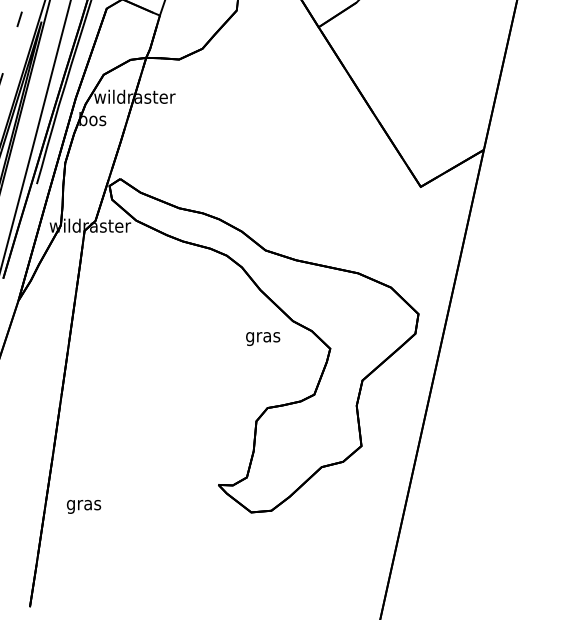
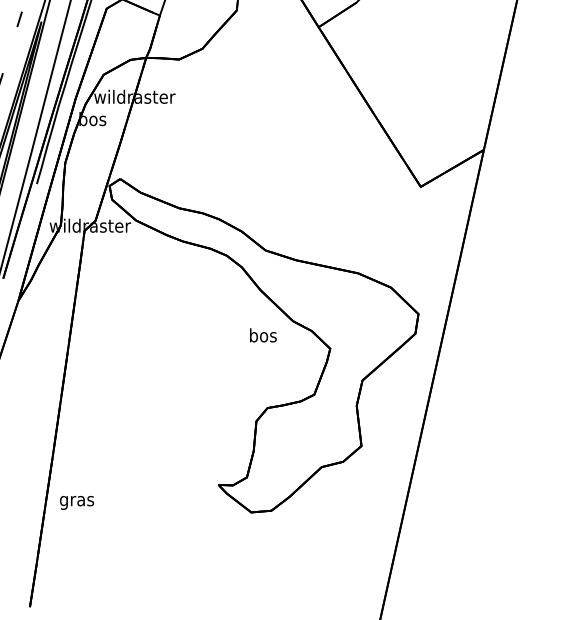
text at (263, 337): gras -> bos
text at (84, 506) position: (84, 506) -> (77, 502)
